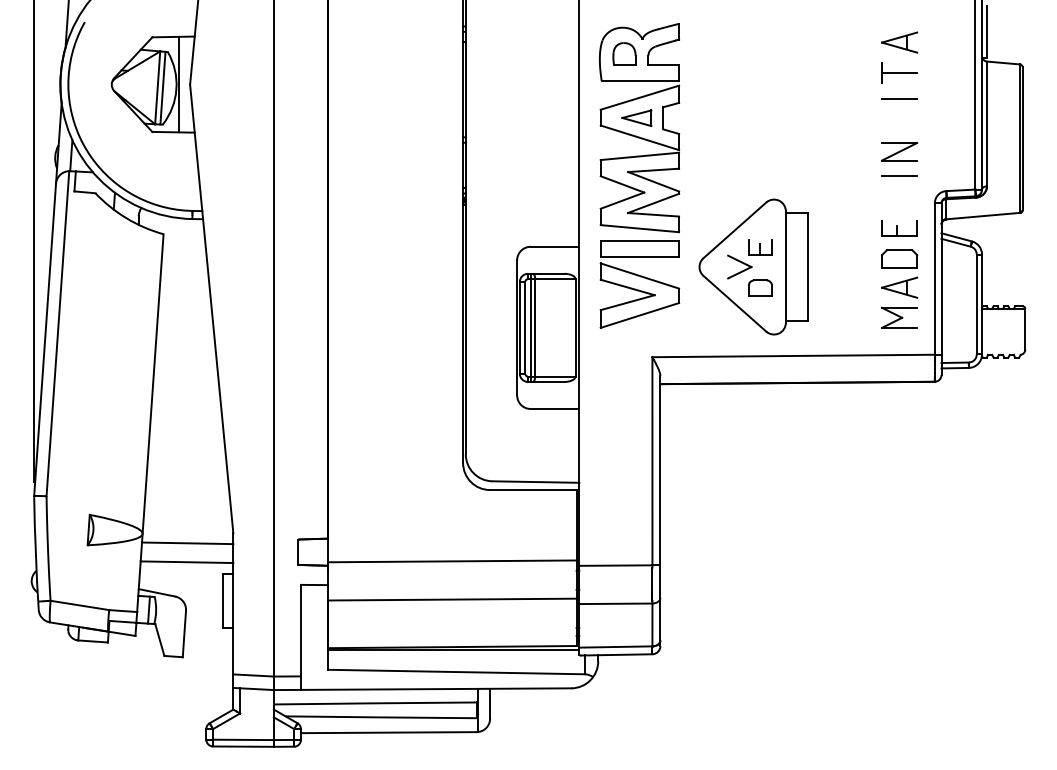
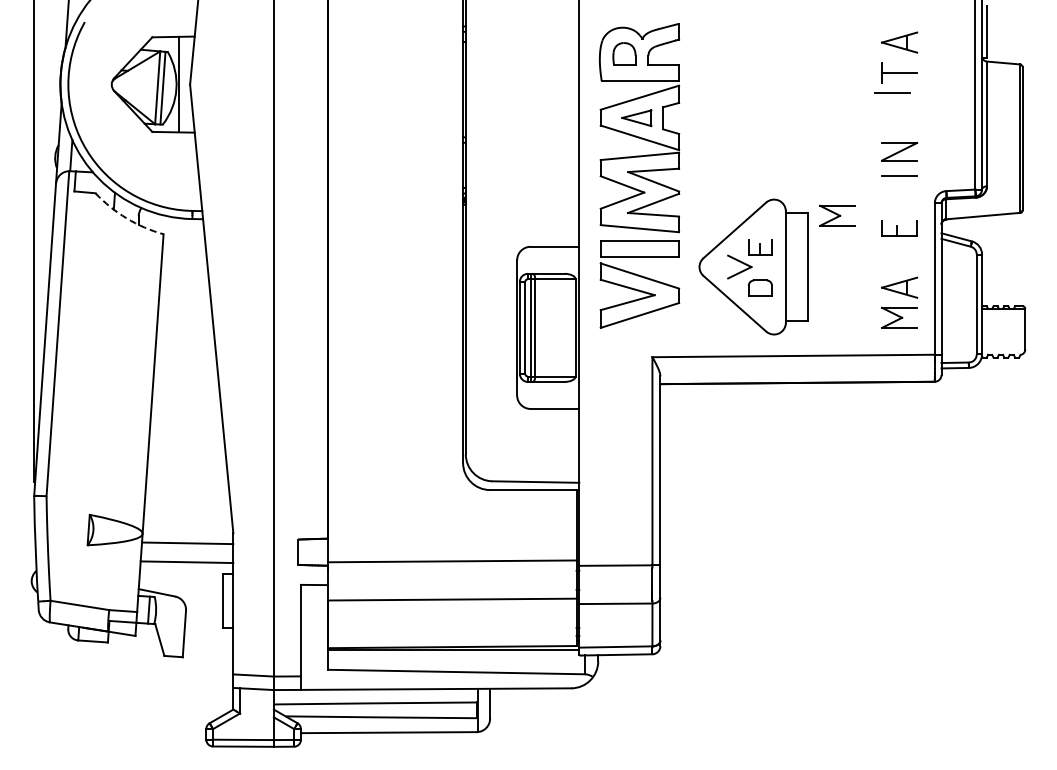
line at (899, 98) position: (899, 98) -> (892, 92)
part at (837, 215): none -> present
arc at (126, 218): solid -> dashed
part at (899, 258): present -> none
